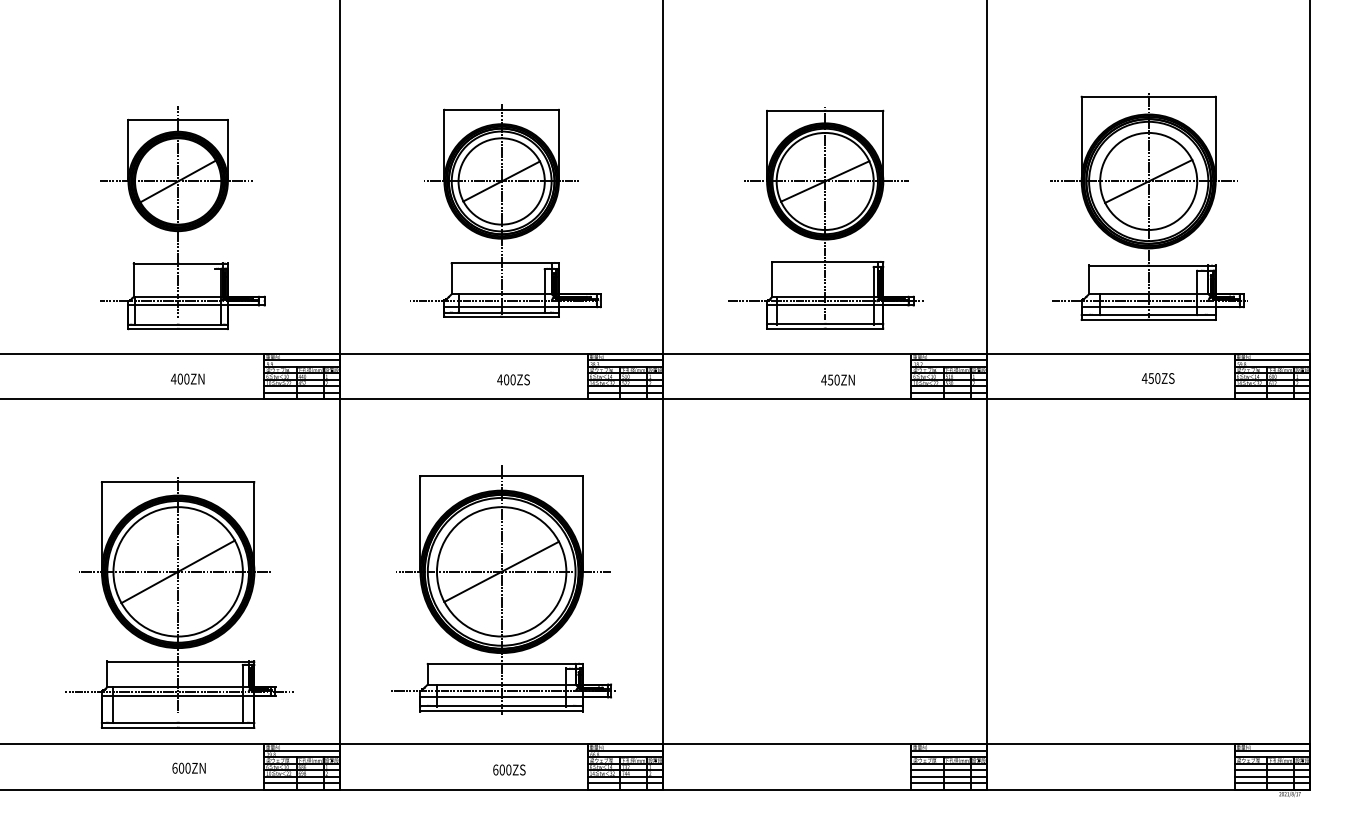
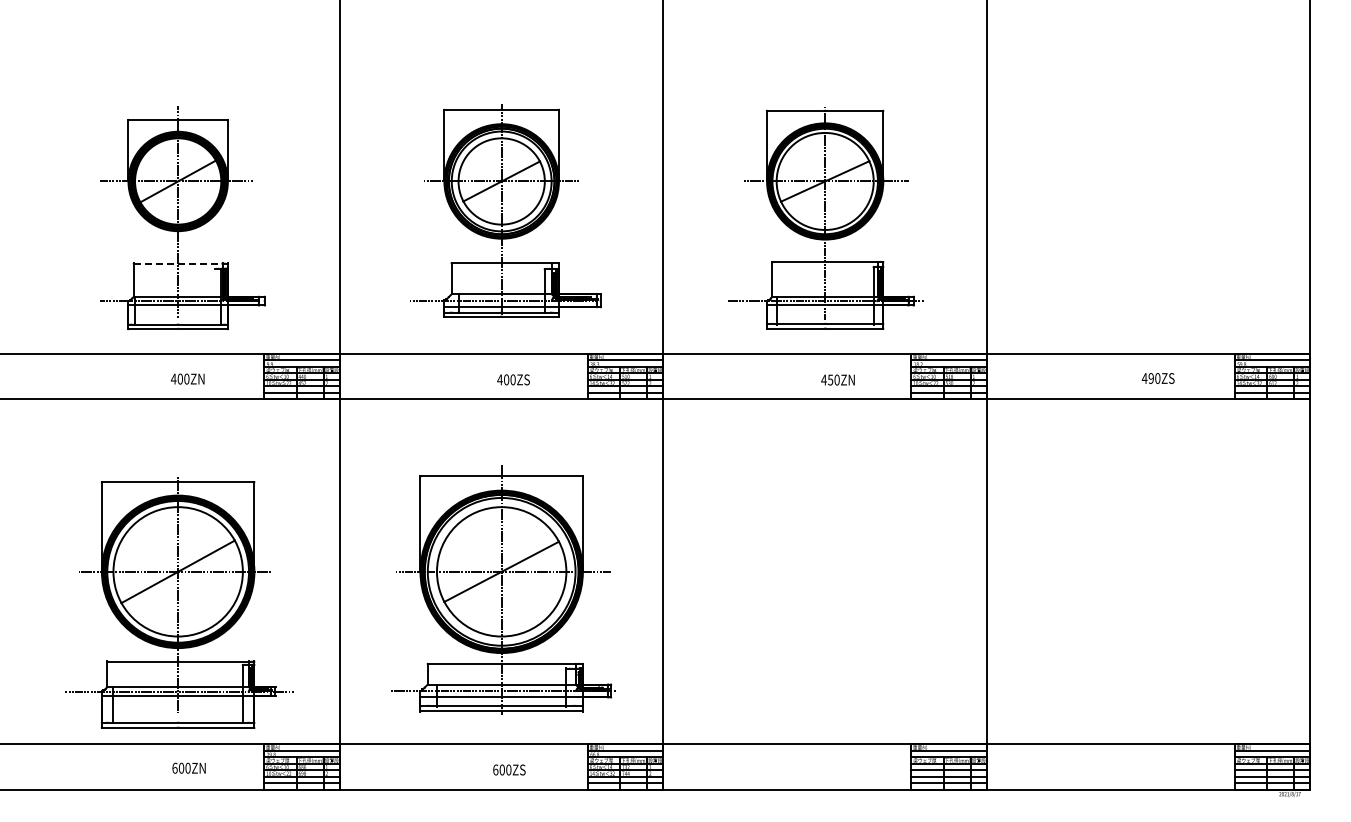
part at (1148, 206): present -> none
line at (178, 263): solid -> dashed
text at (1150, 378): 450ZS -> 490ZS
